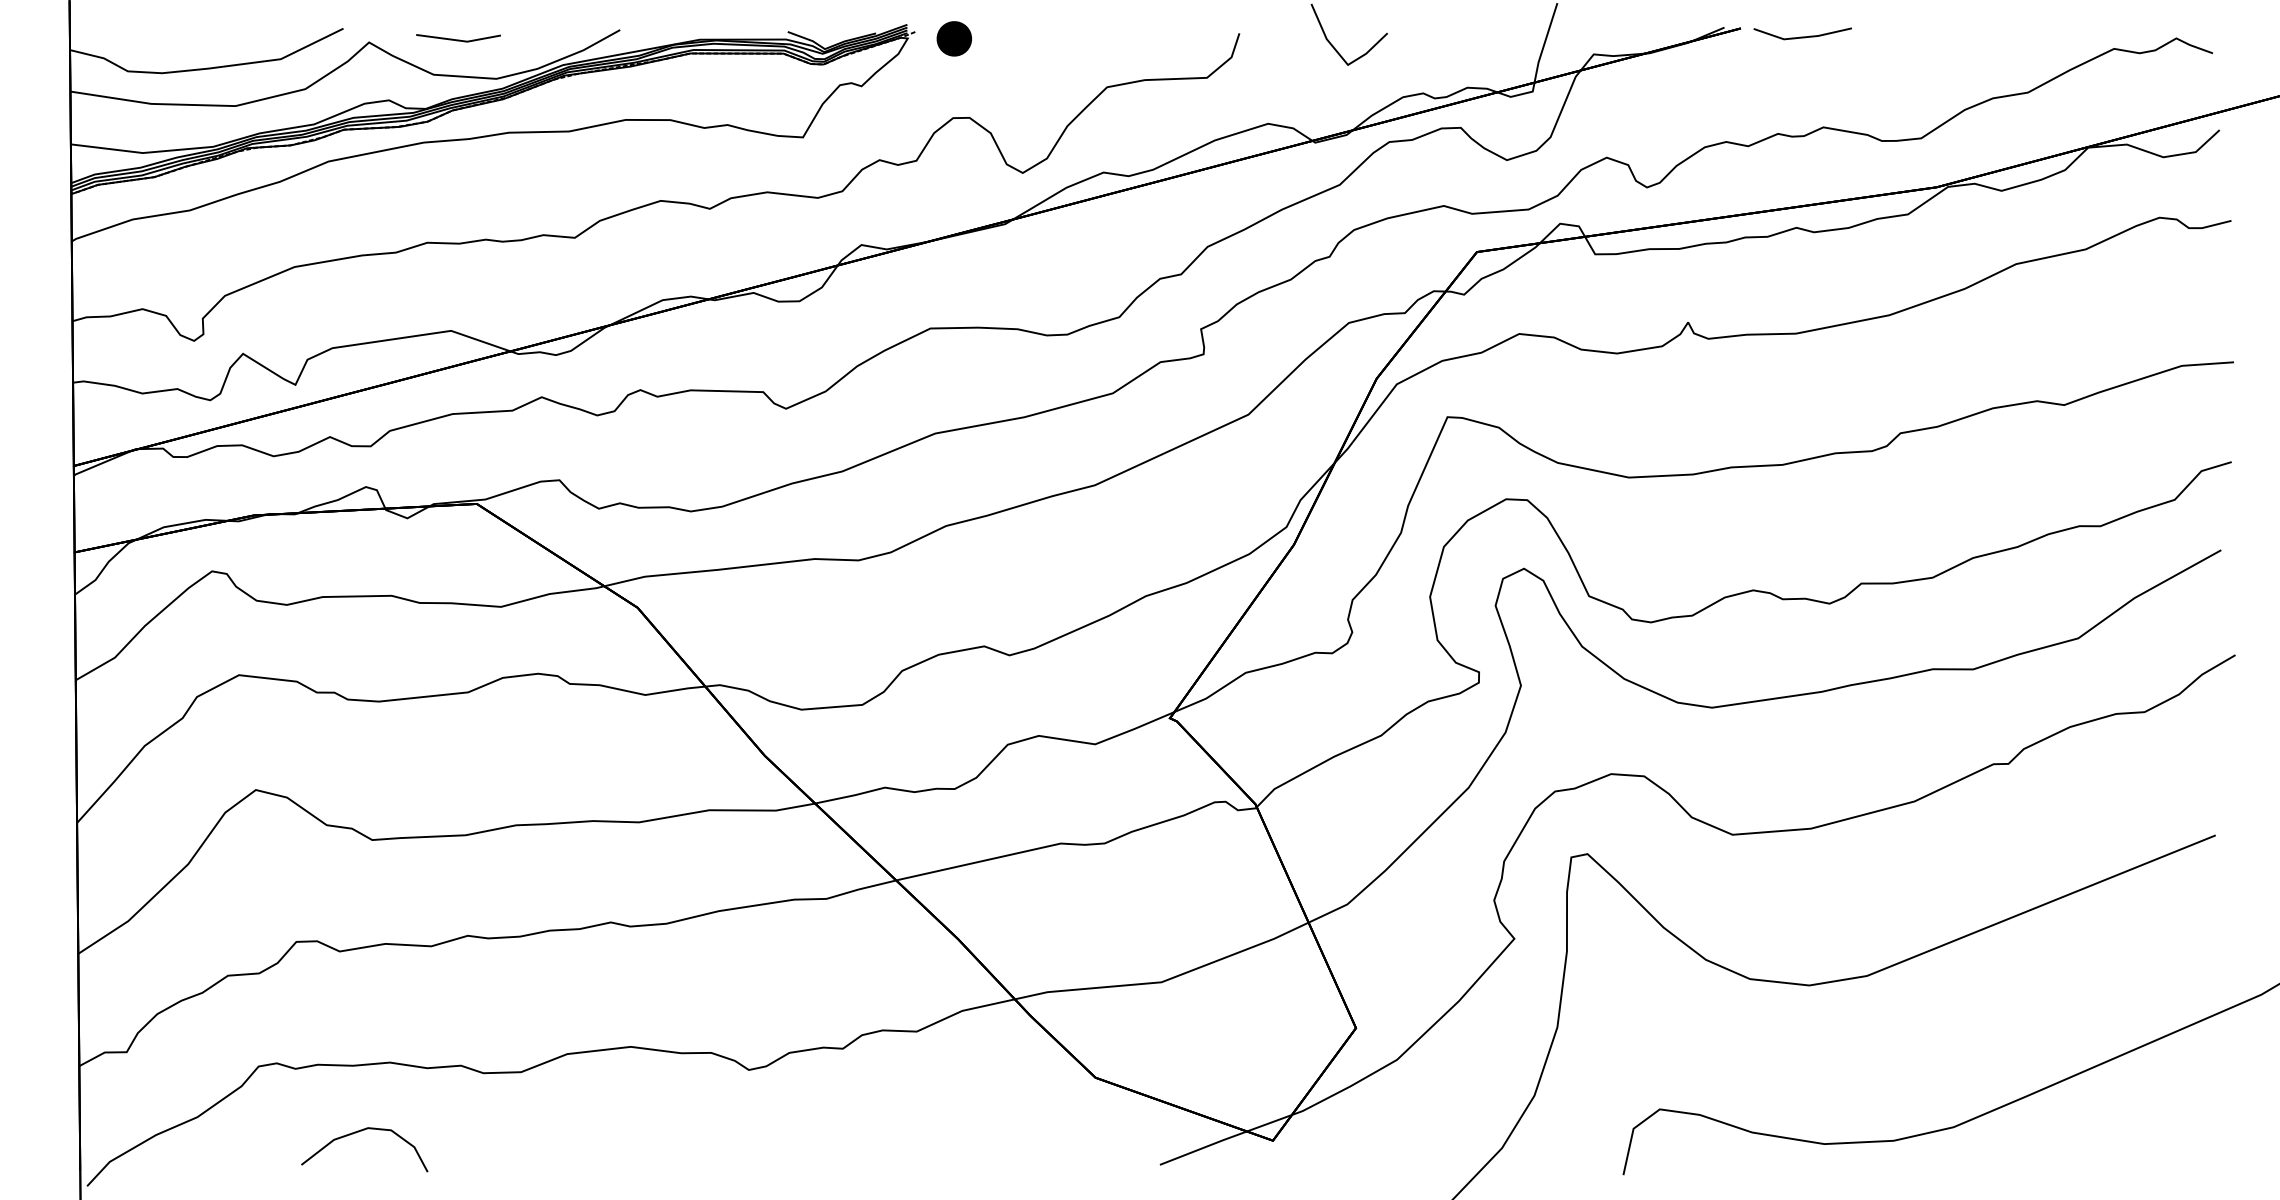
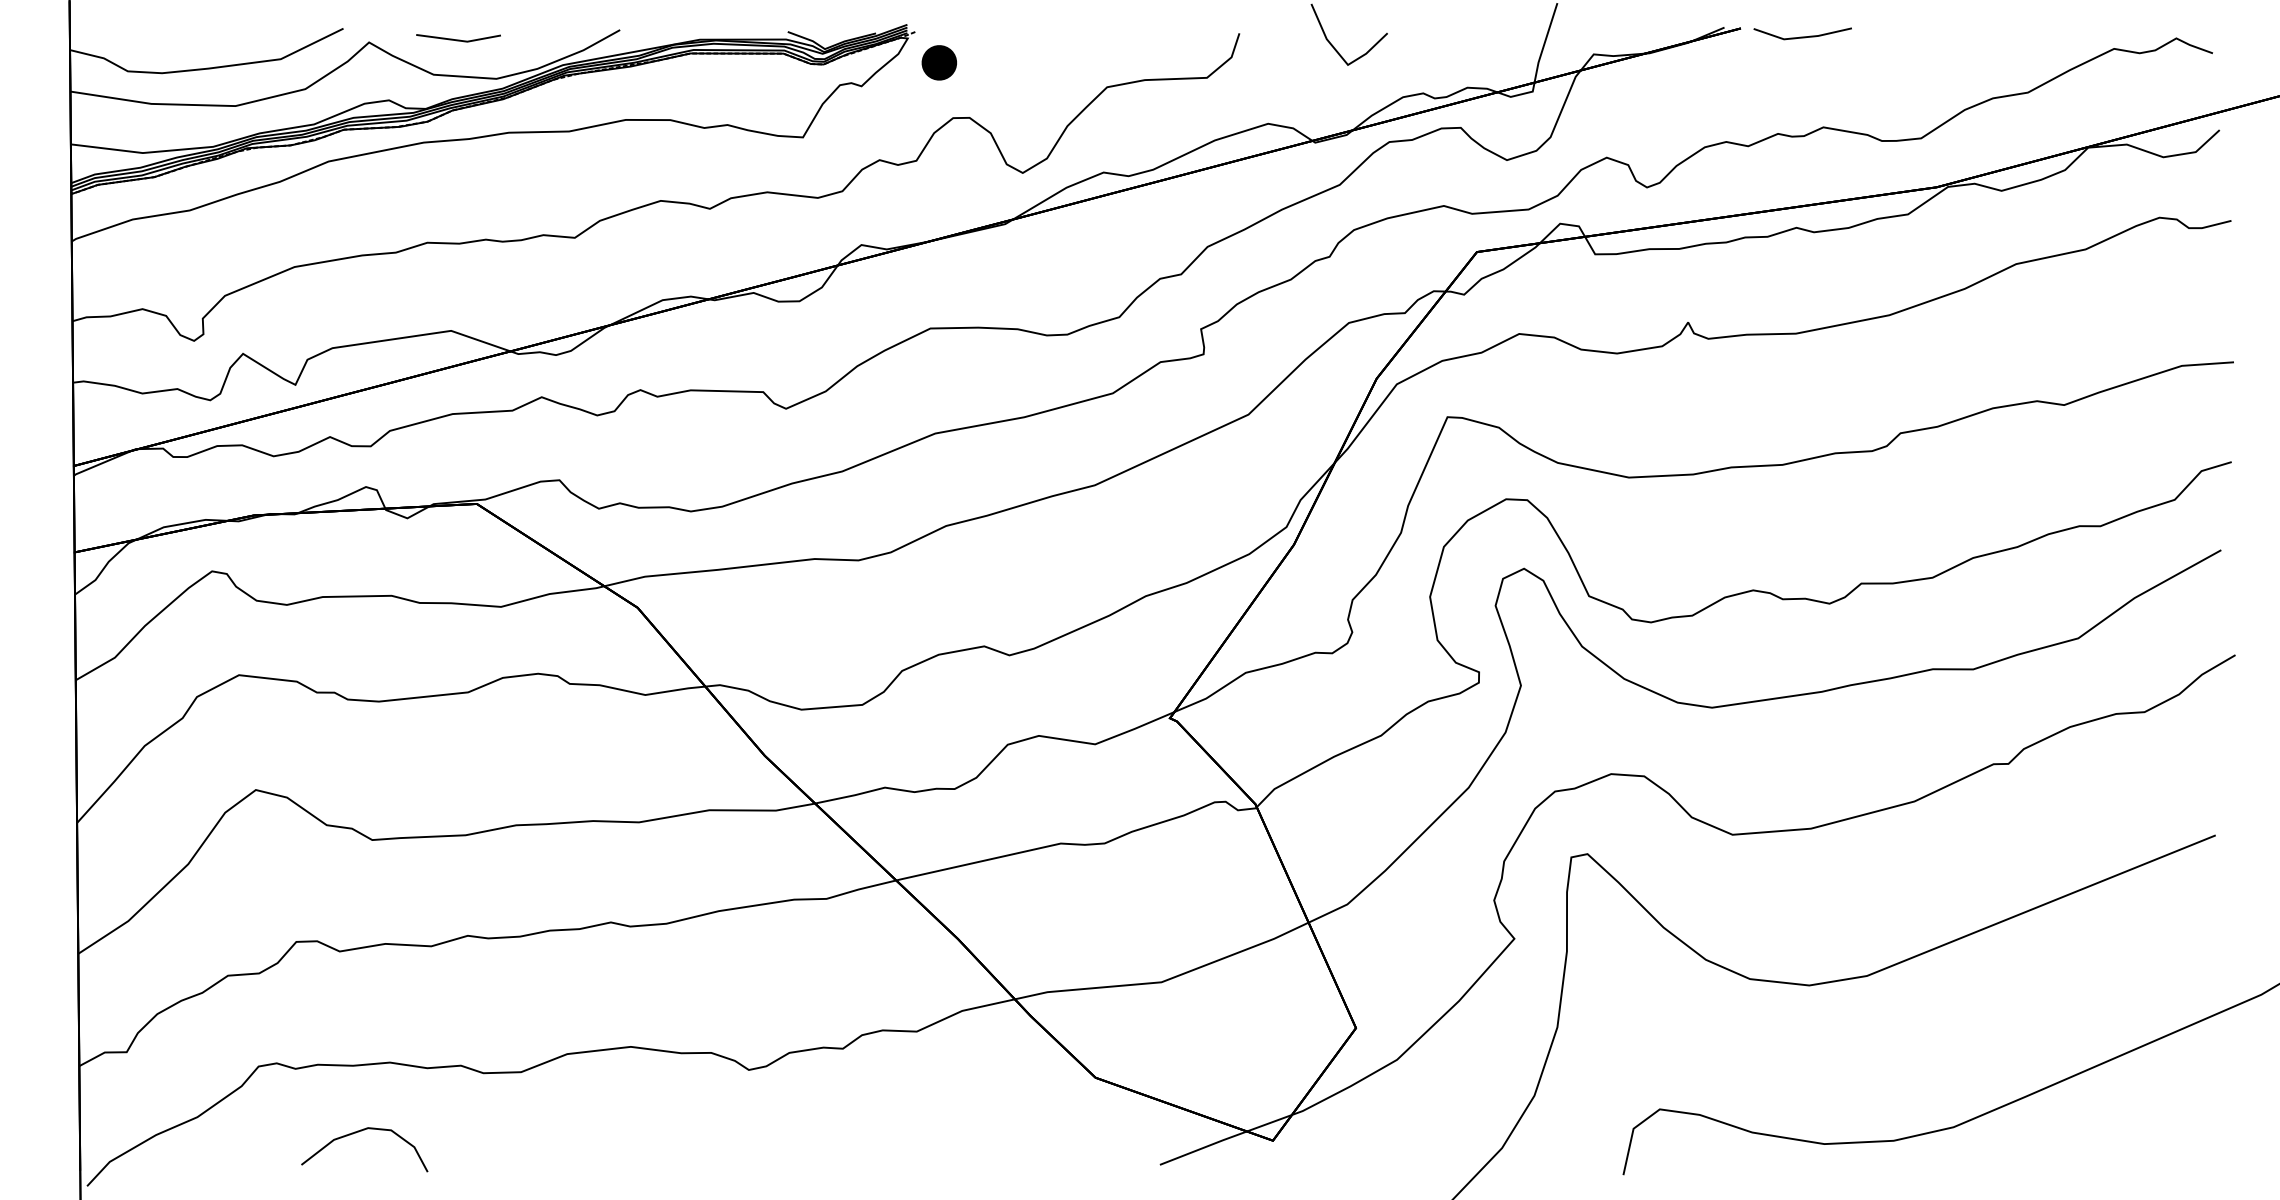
part at (953, 38) position: (953, 38) -> (938, 62)
